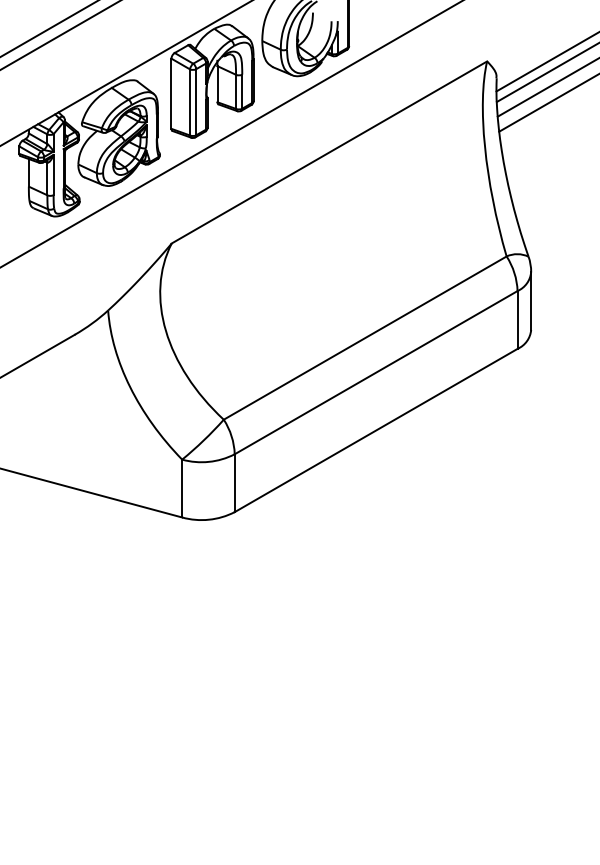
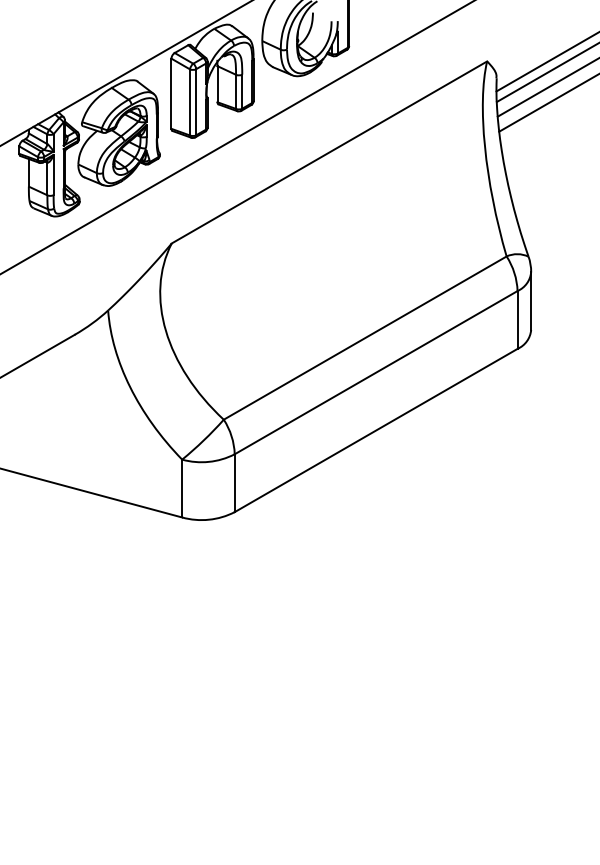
line at (48, 28): present -> none
line at (59, 35): present -> none
line at (230, 134) position: (230, 134) -> (236, 137)
